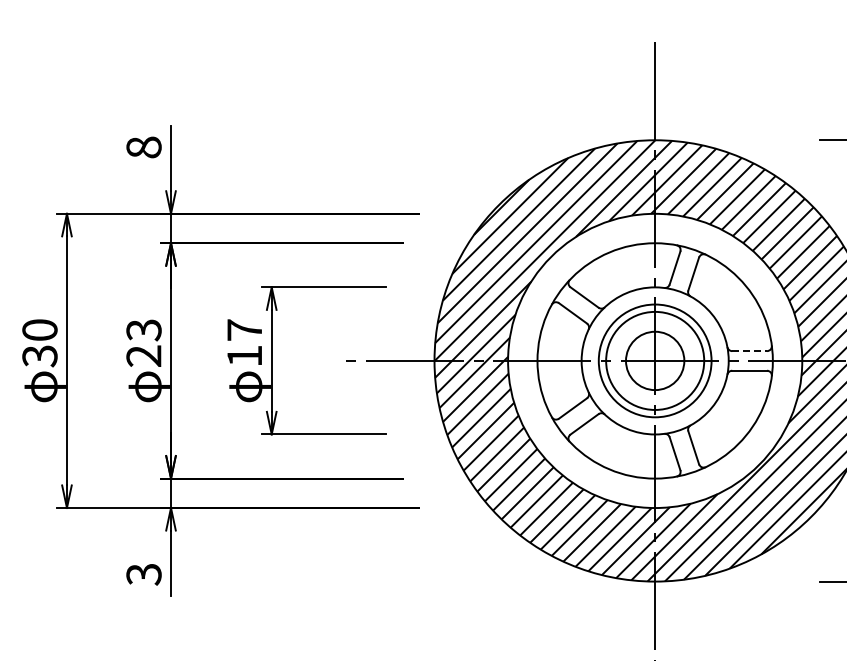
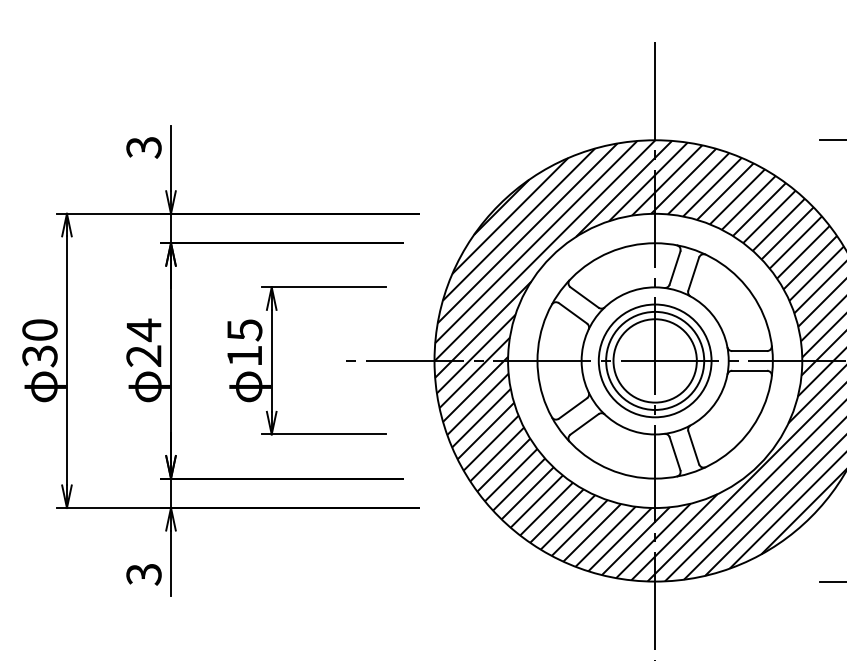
text at (143, 147): 8 -> 3
text at (143, 330): 23 -> 24
text at (244, 330): 17 -> 15
line at (750, 351): dashed -> solid
circle at (655, 360) diameter: 58 px -> 83 px
